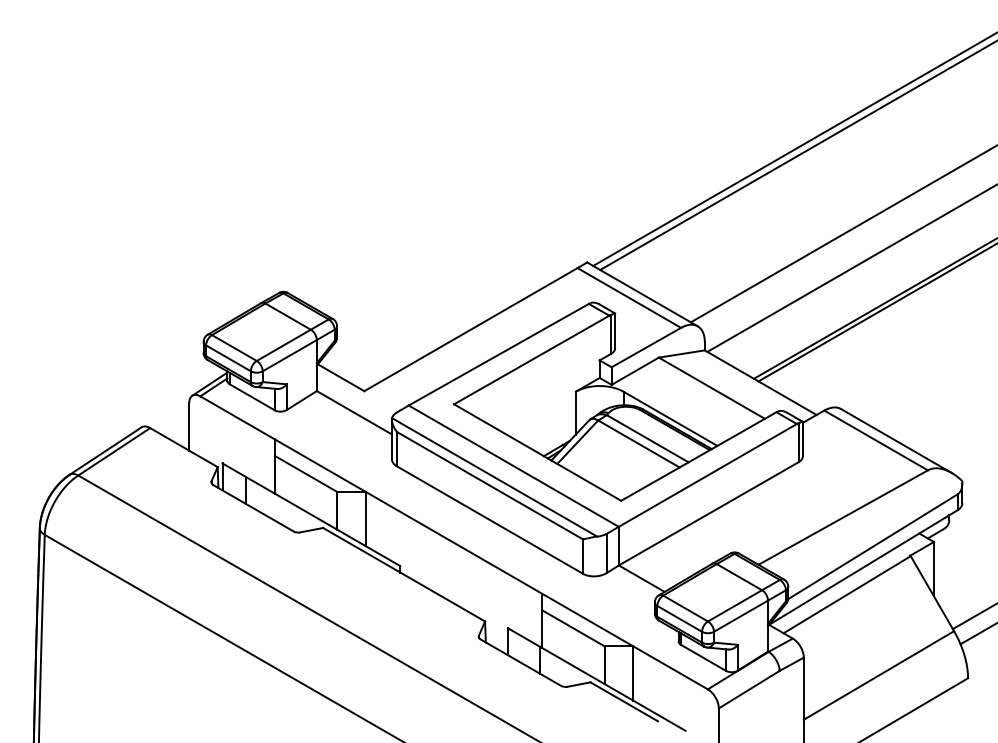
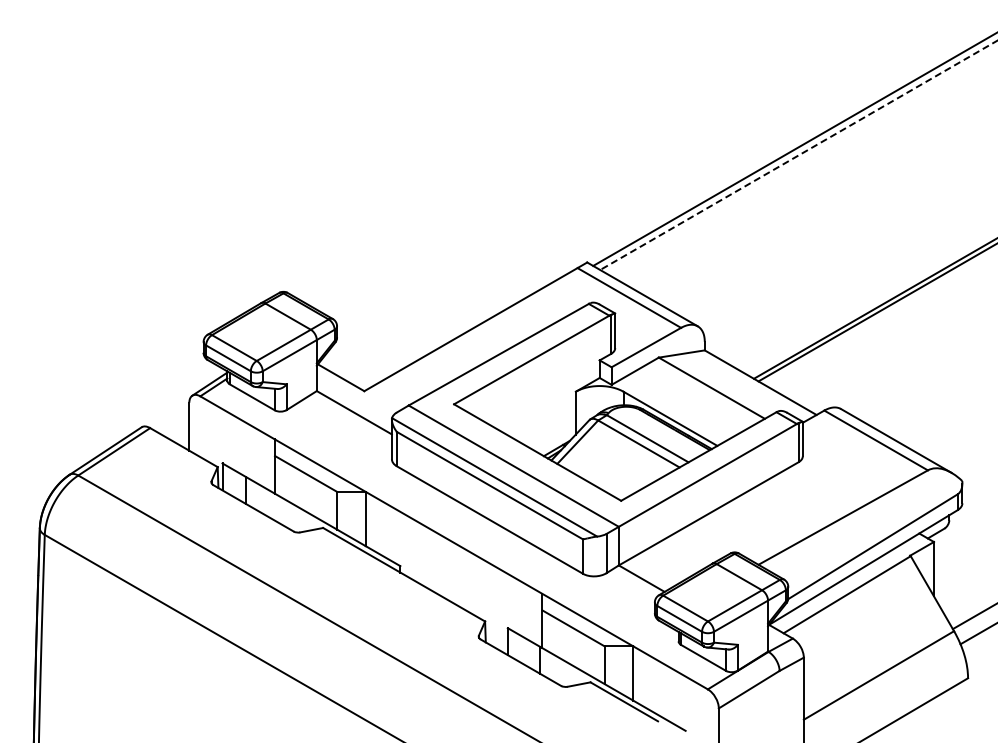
line at (798, 155): solid -> dashed
line at (842, 234): present -> none
line at (850, 268): present -> none
